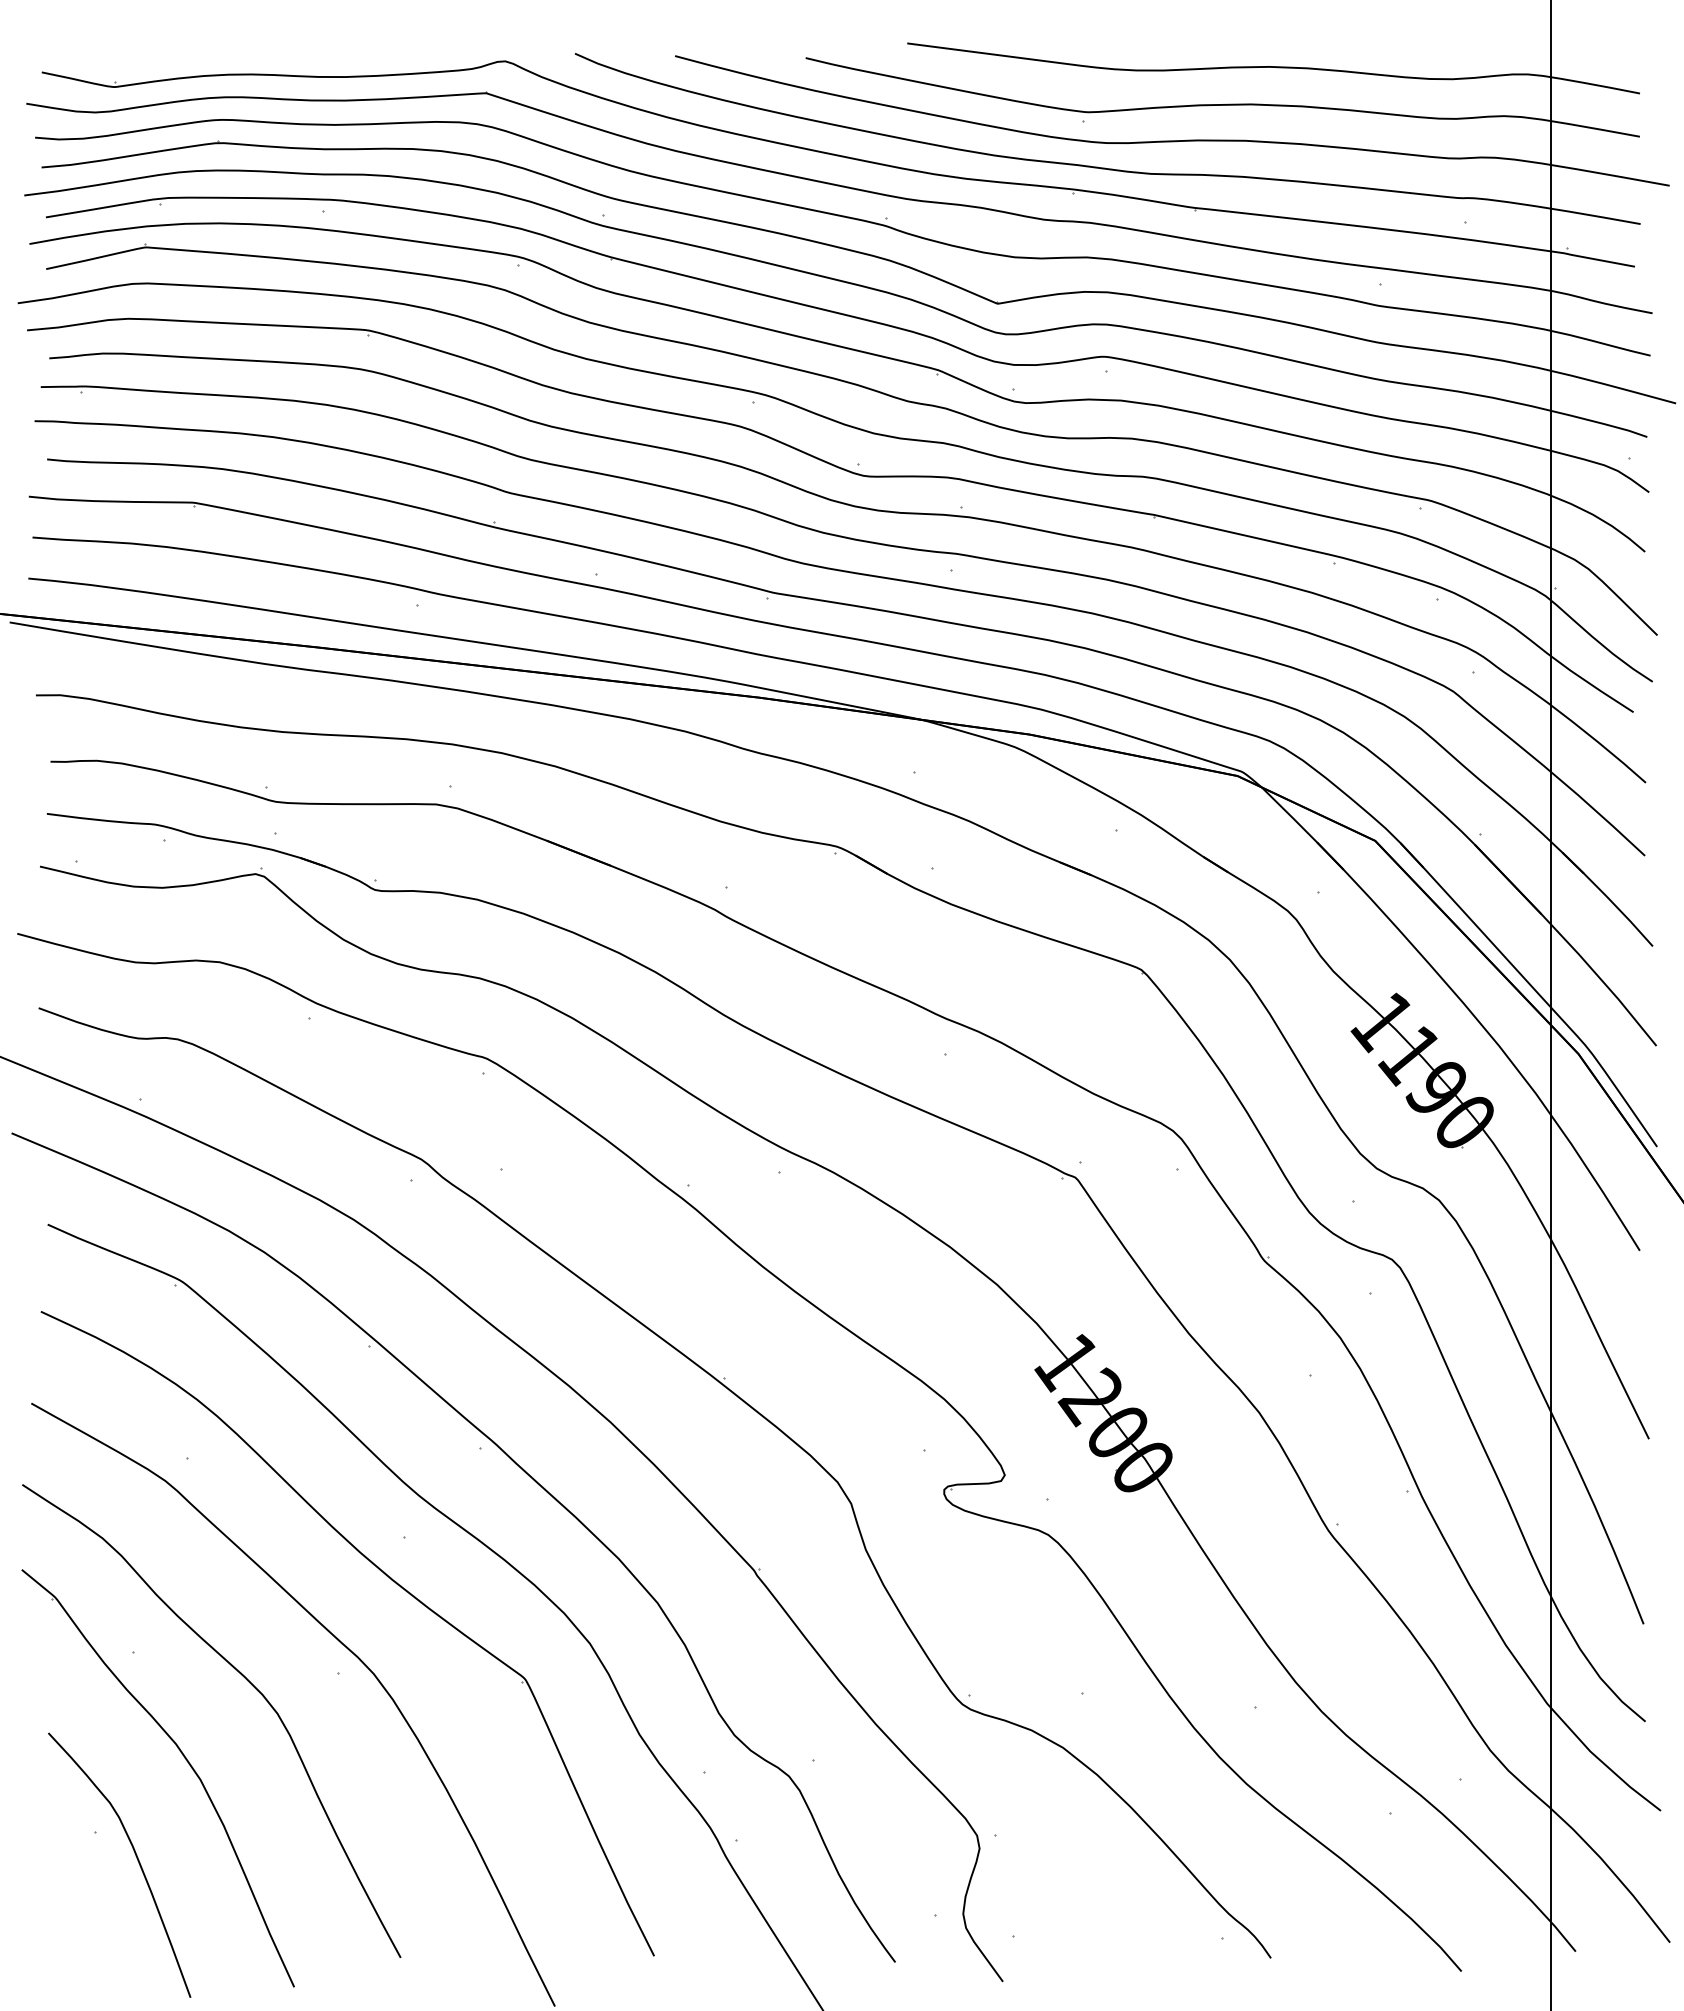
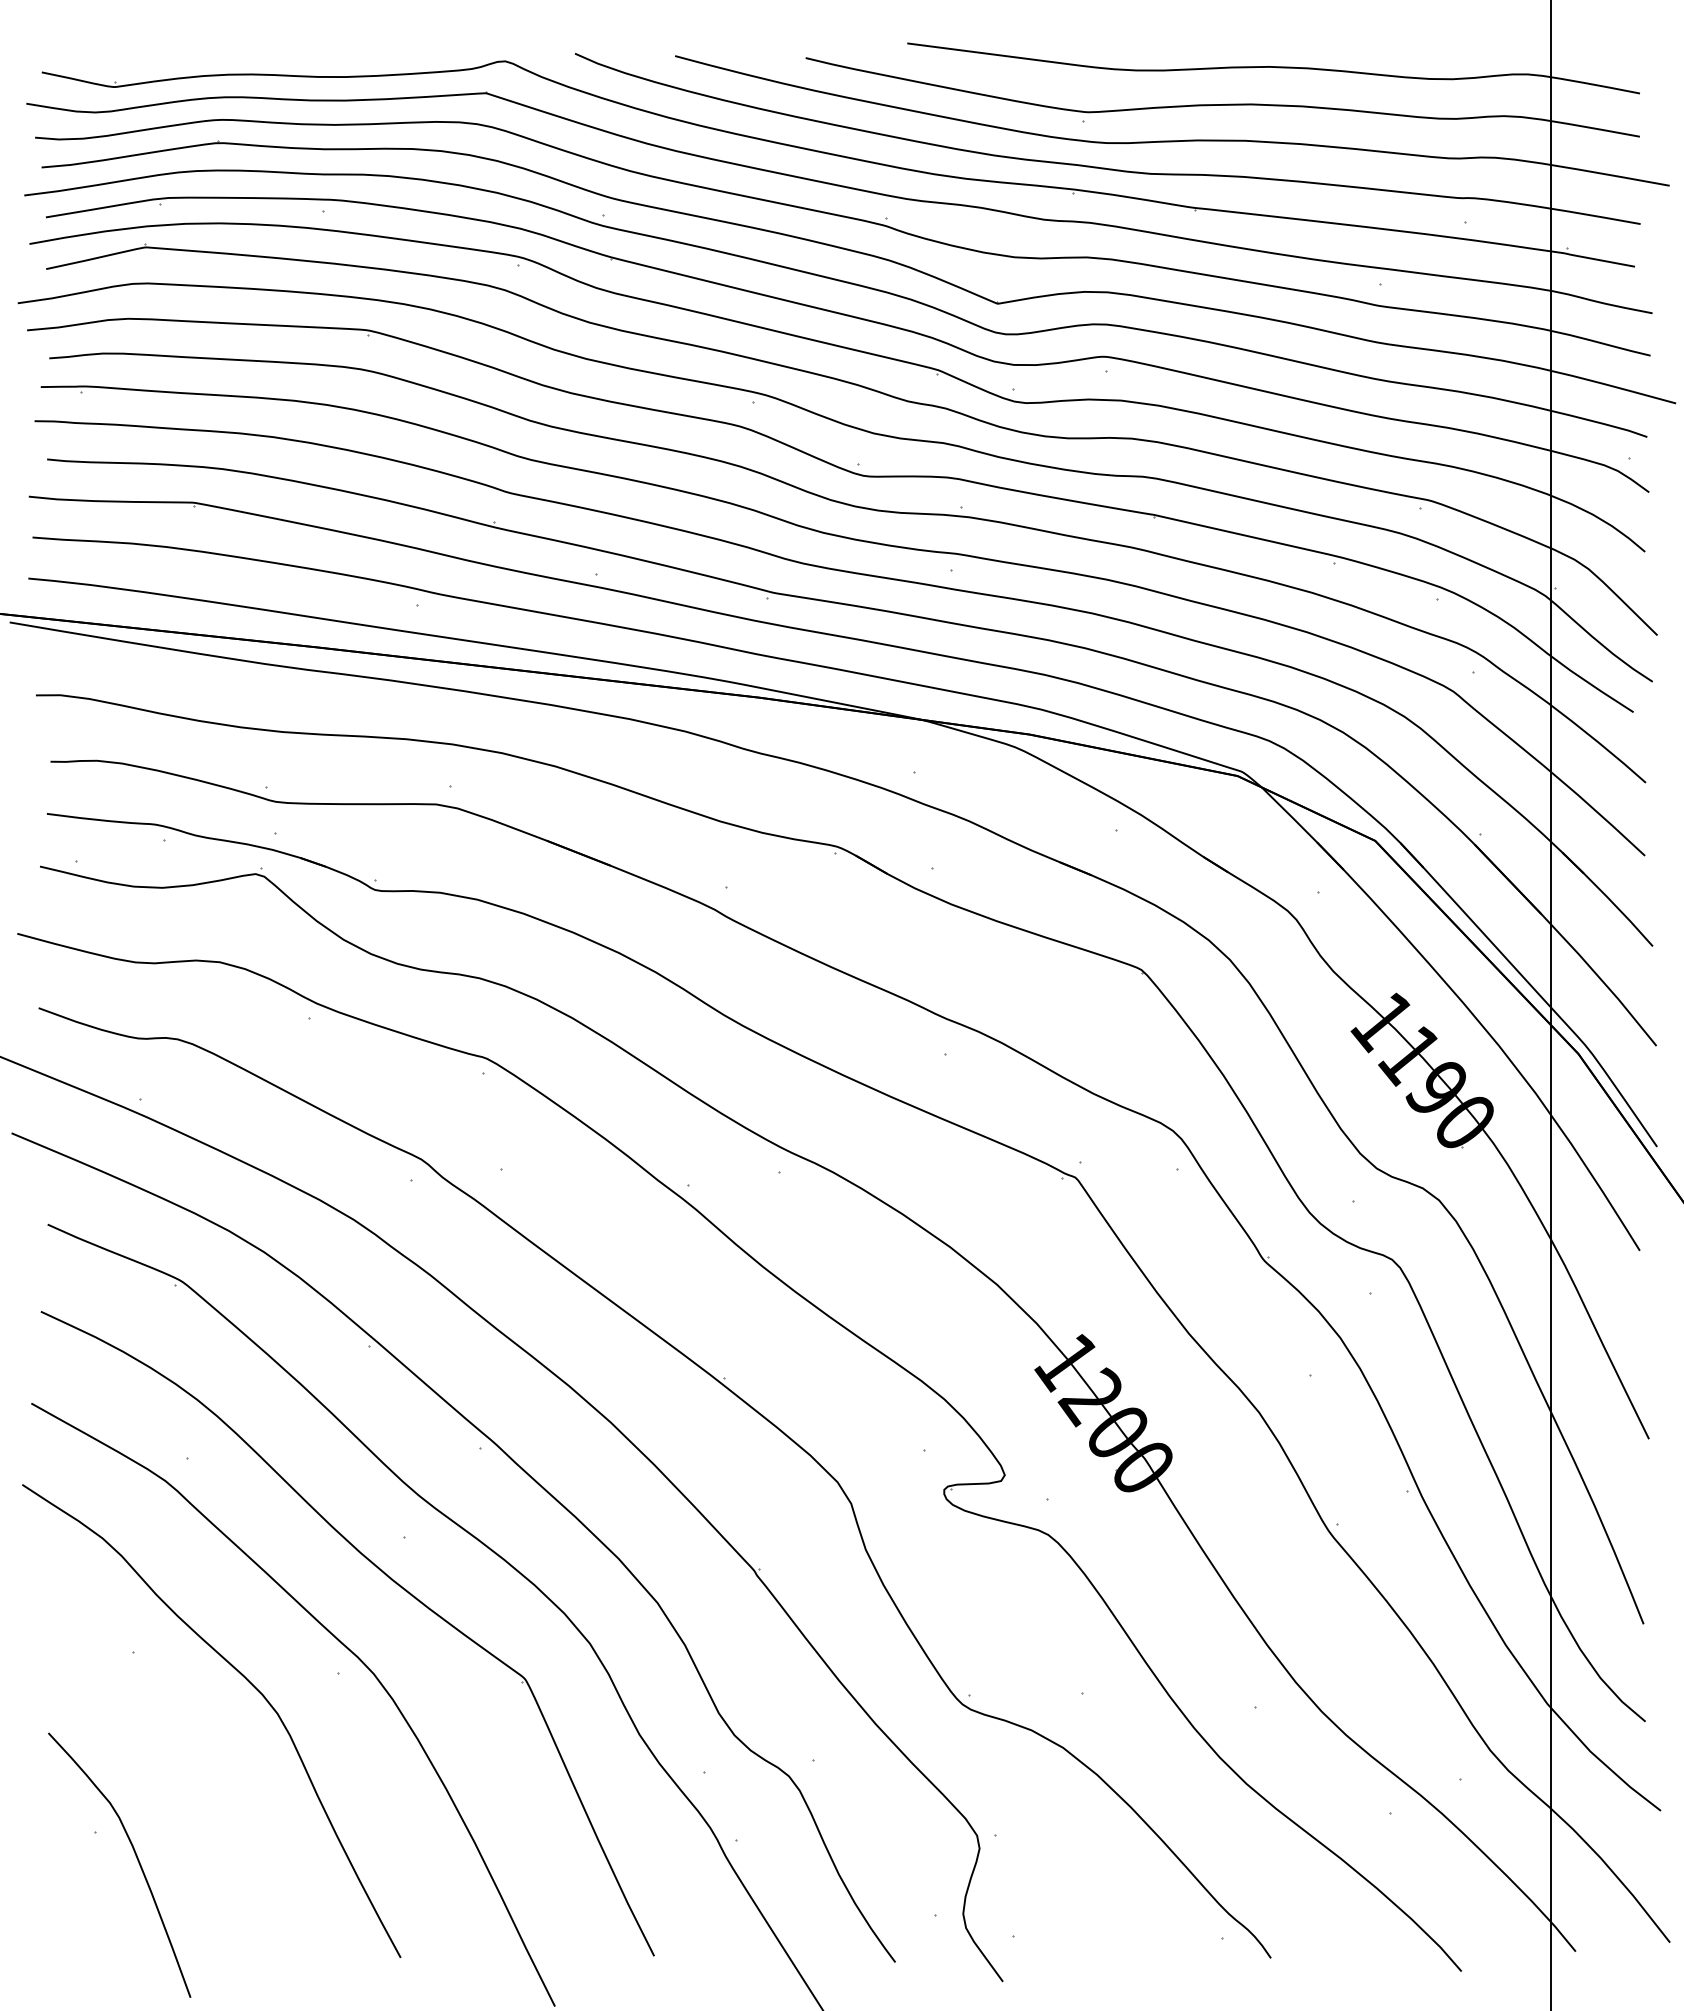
part at (184, 1758): present -> none
